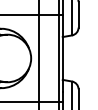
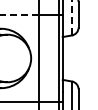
line at (18, 14): solid -> dashed
line at (72, 17): solid -> dashed
